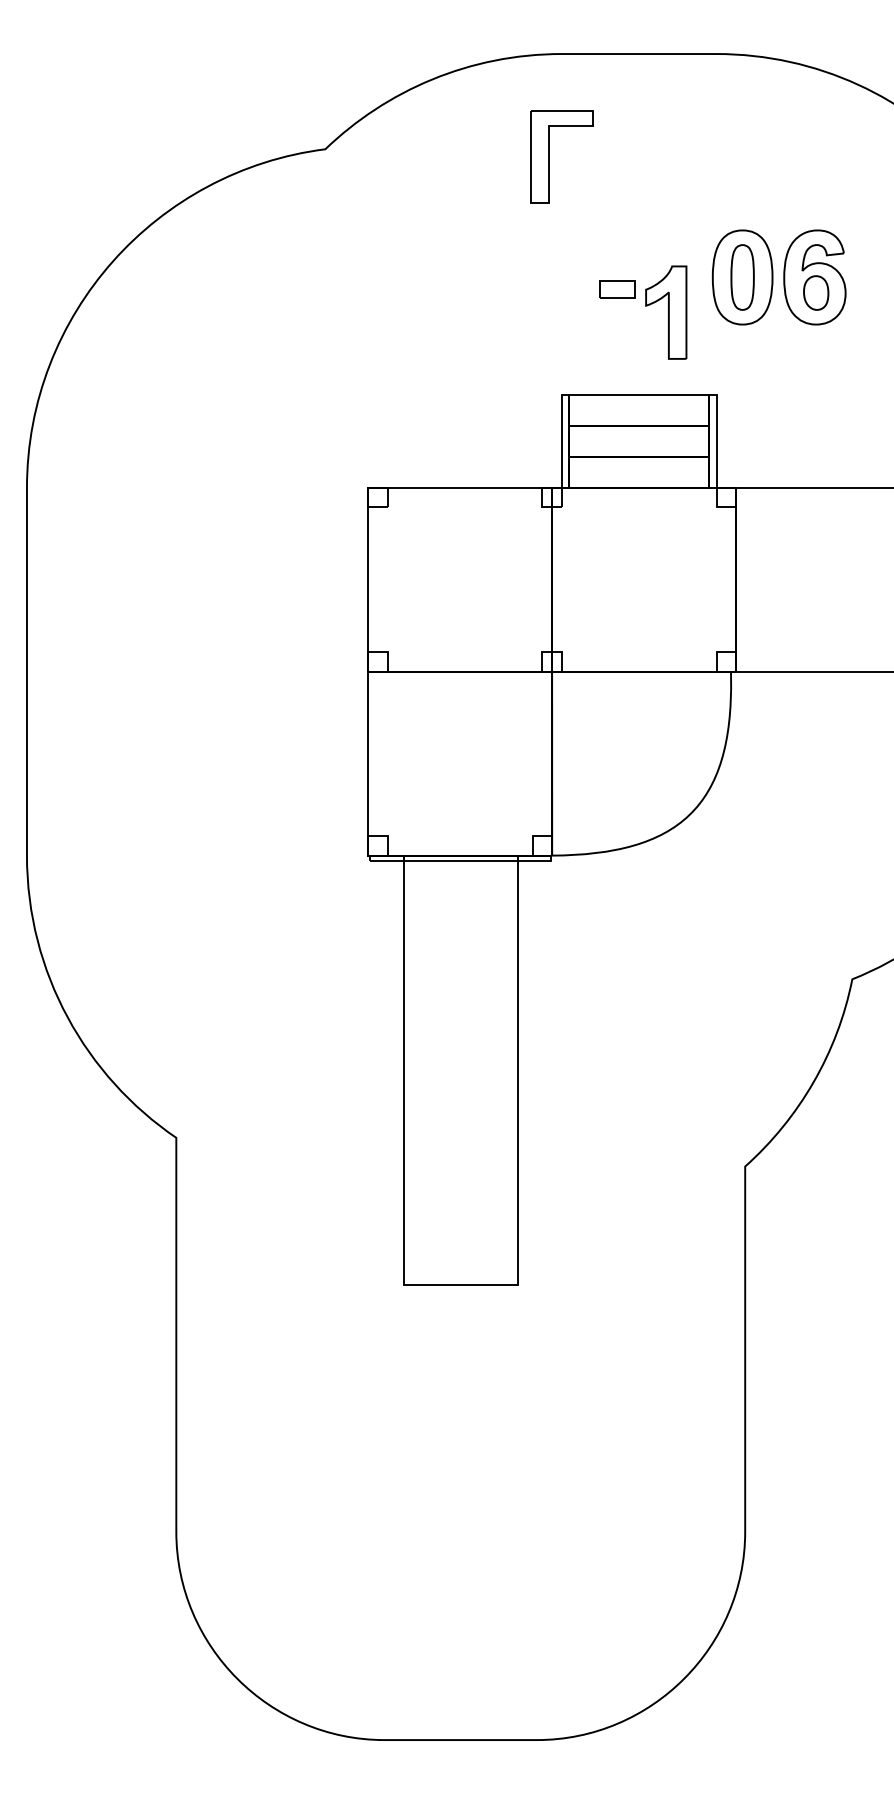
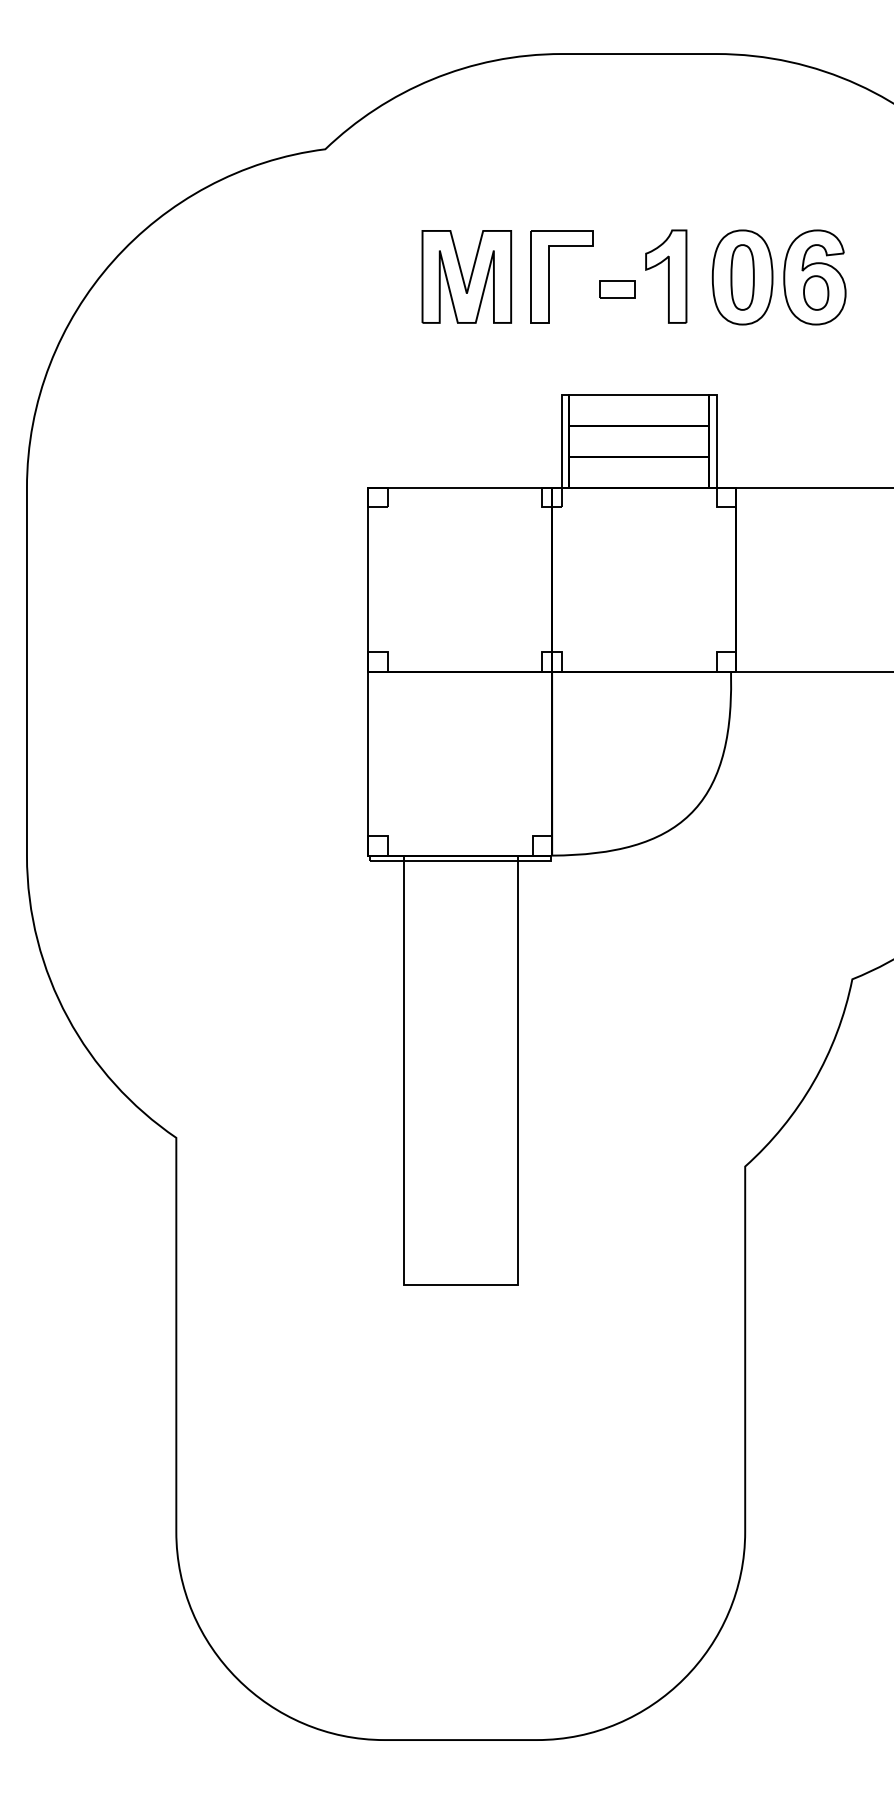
part at (549, 156) position: (549, 156) -> (549, 276)
part at (466, 276): none -> present
part at (666, 312) position: (666, 312) -> (666, 276)
